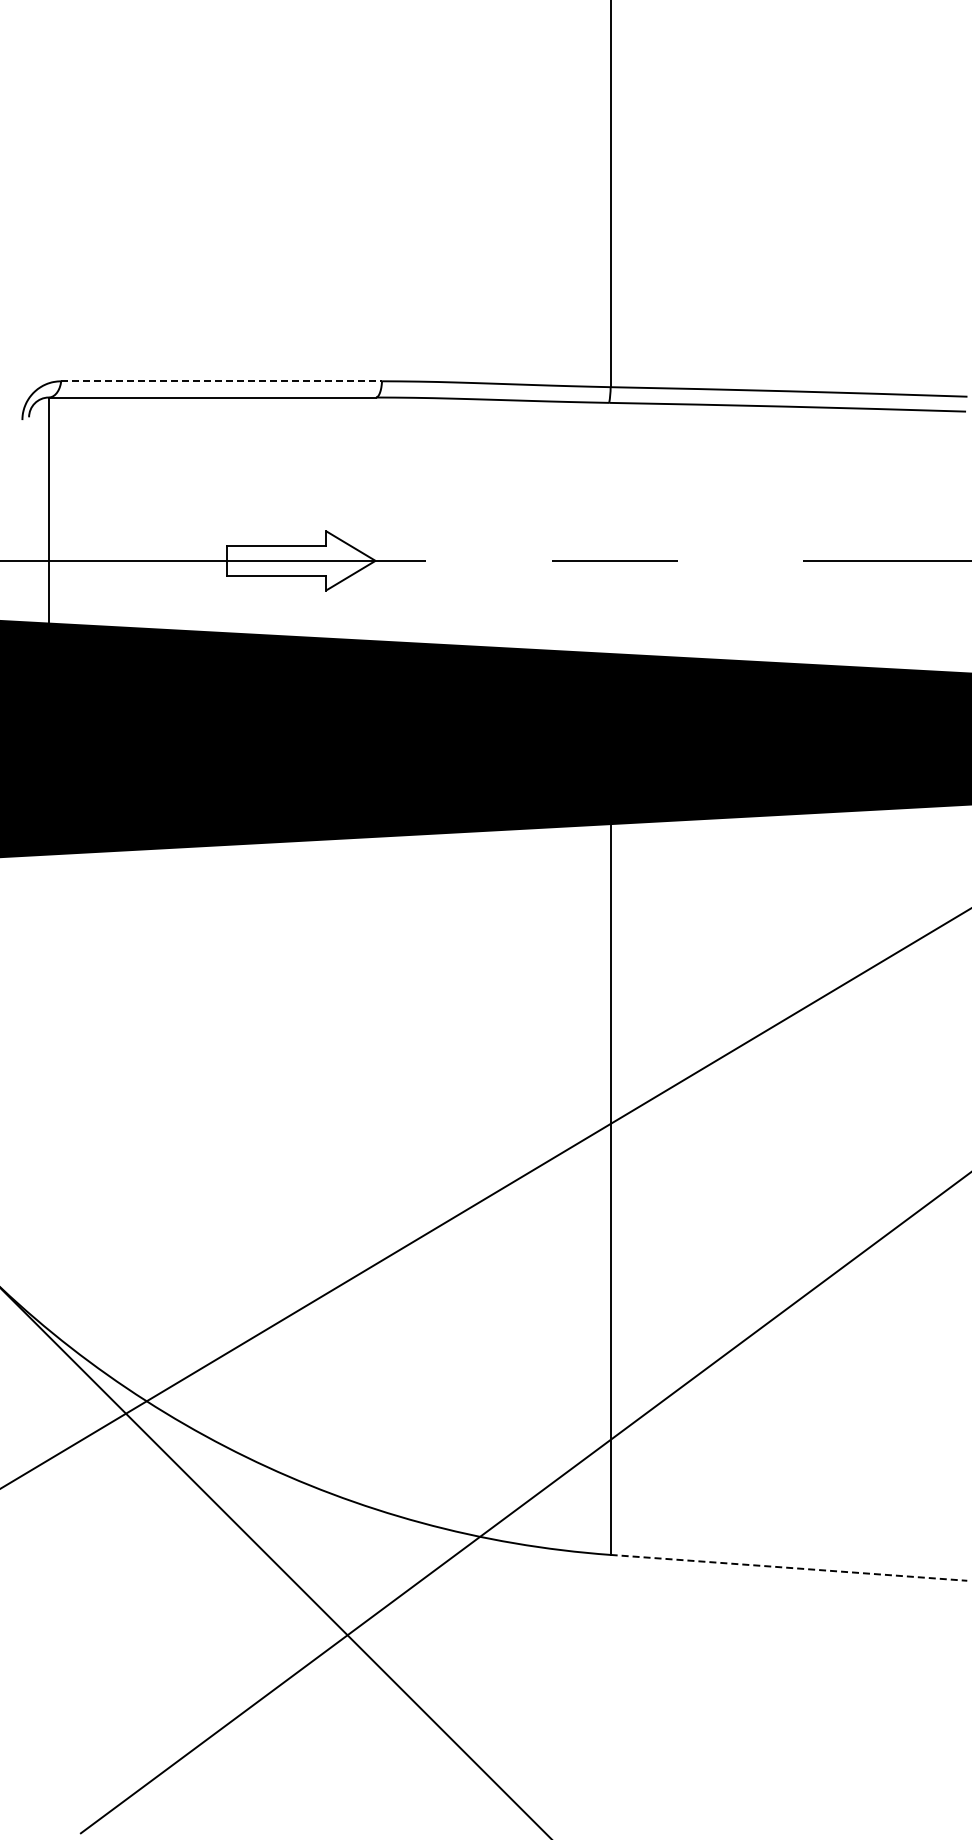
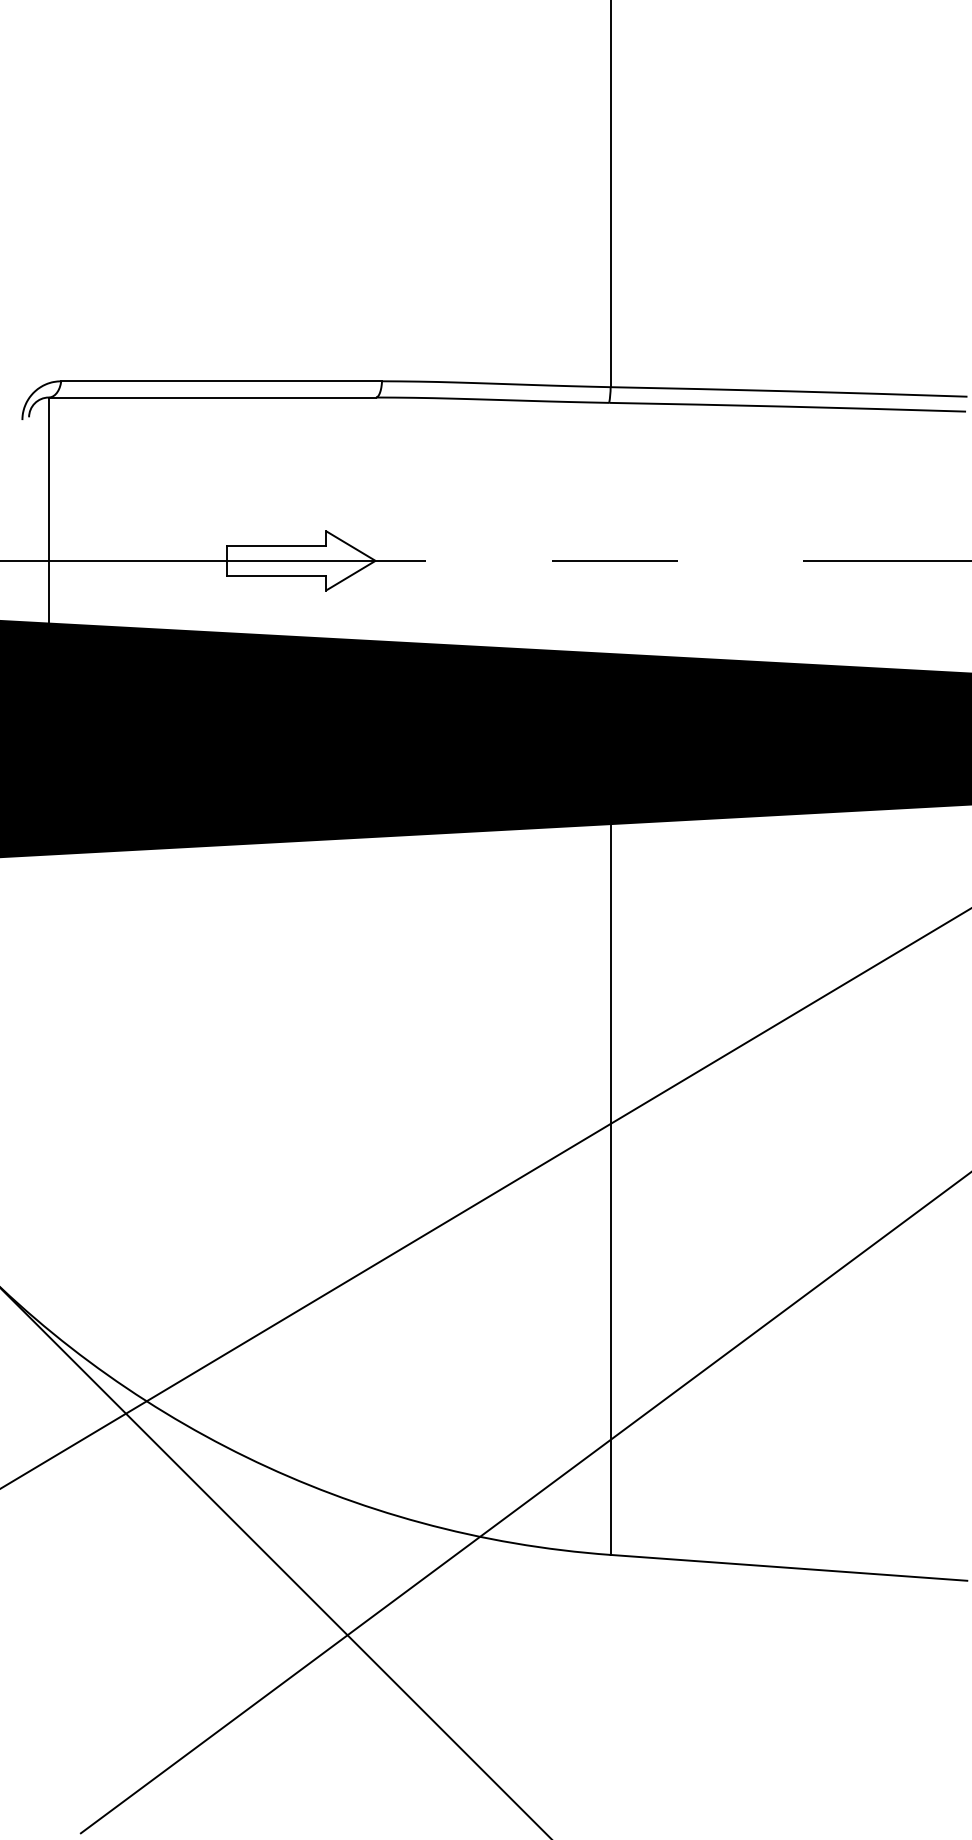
line at (222, 381): dashed -> solid
line at (788, 1567): dashed -> solid
